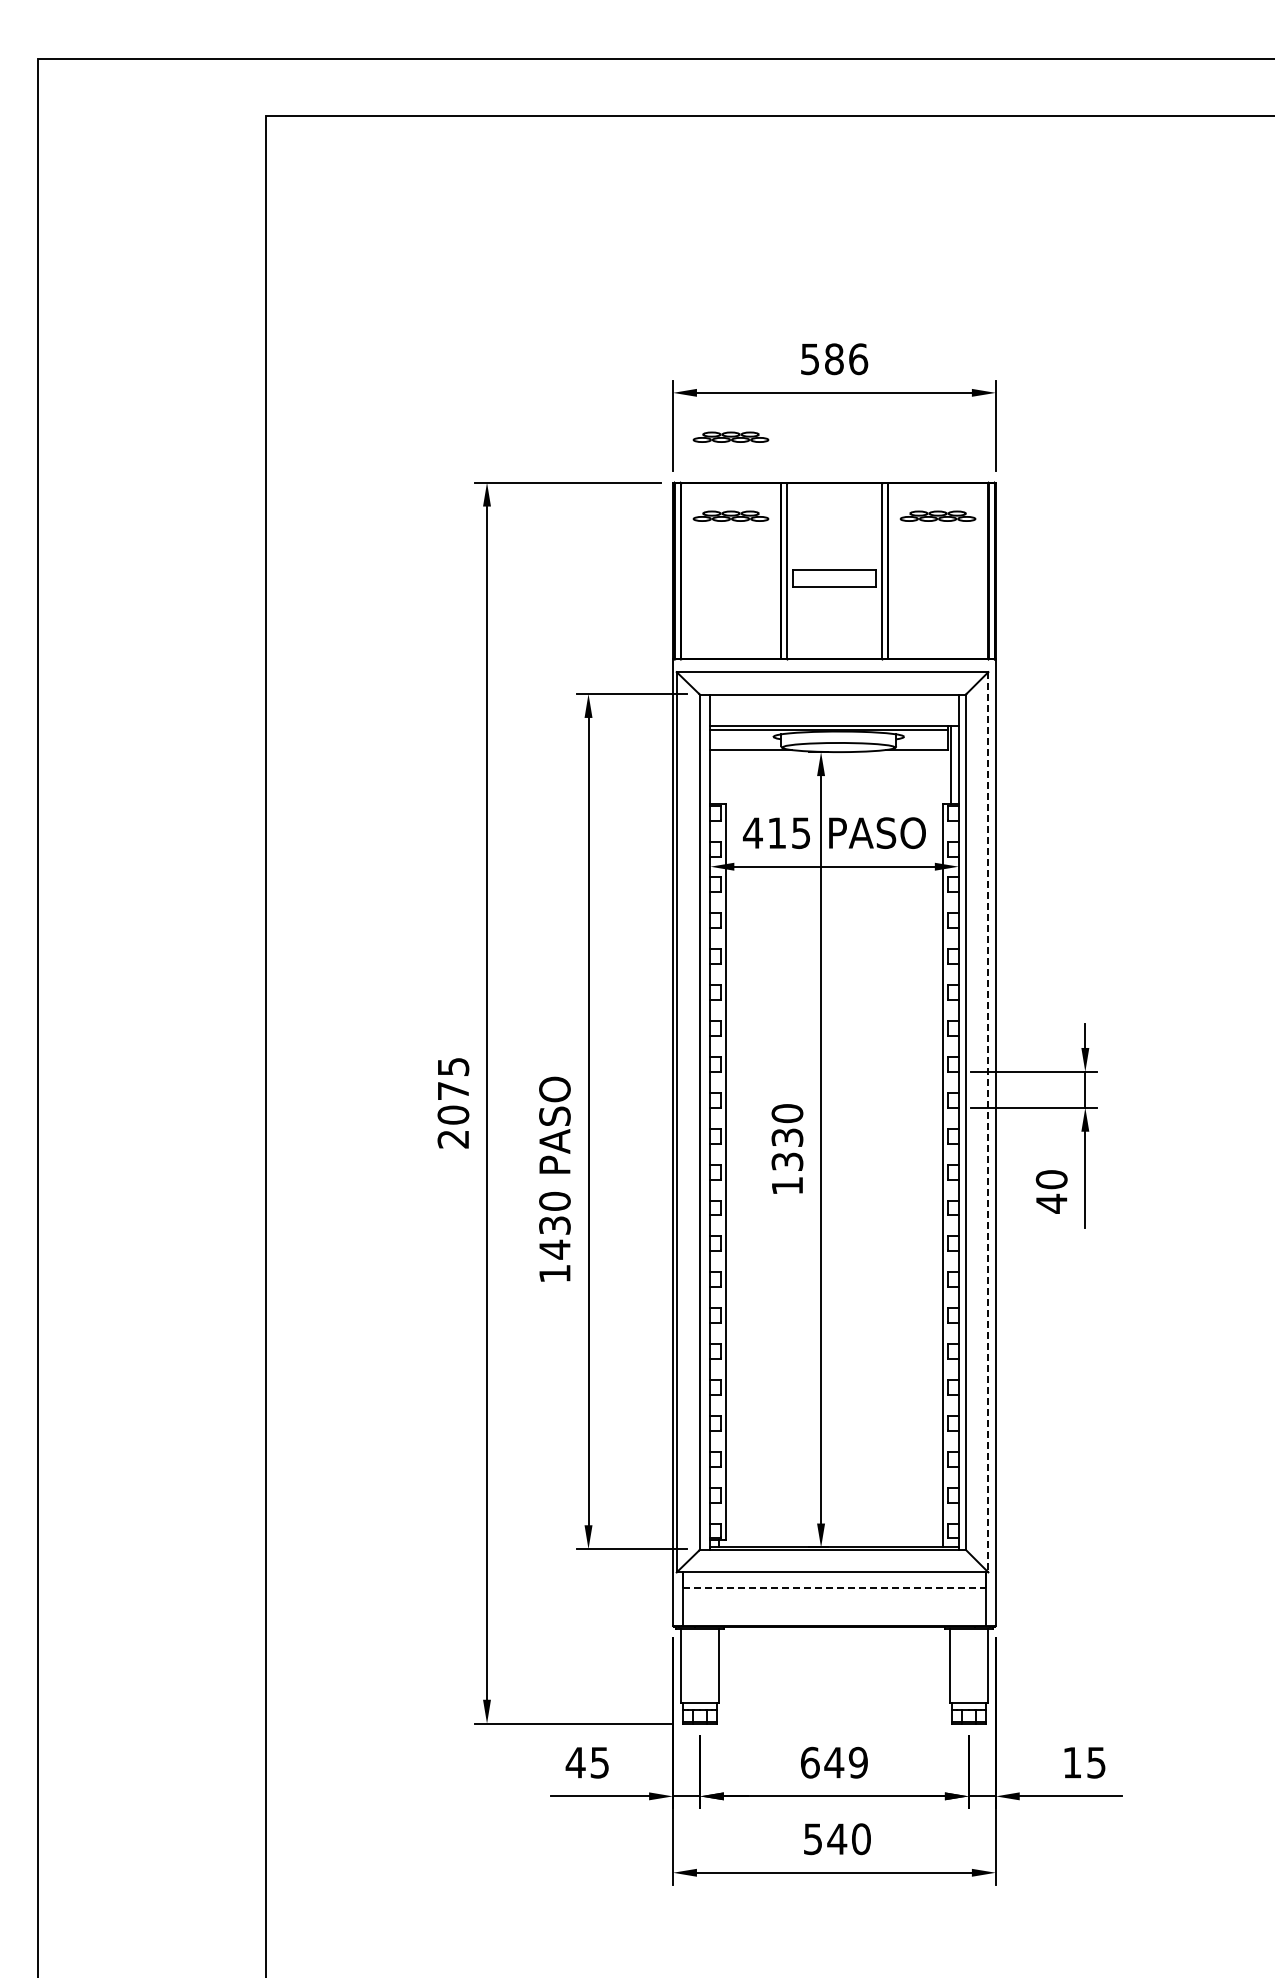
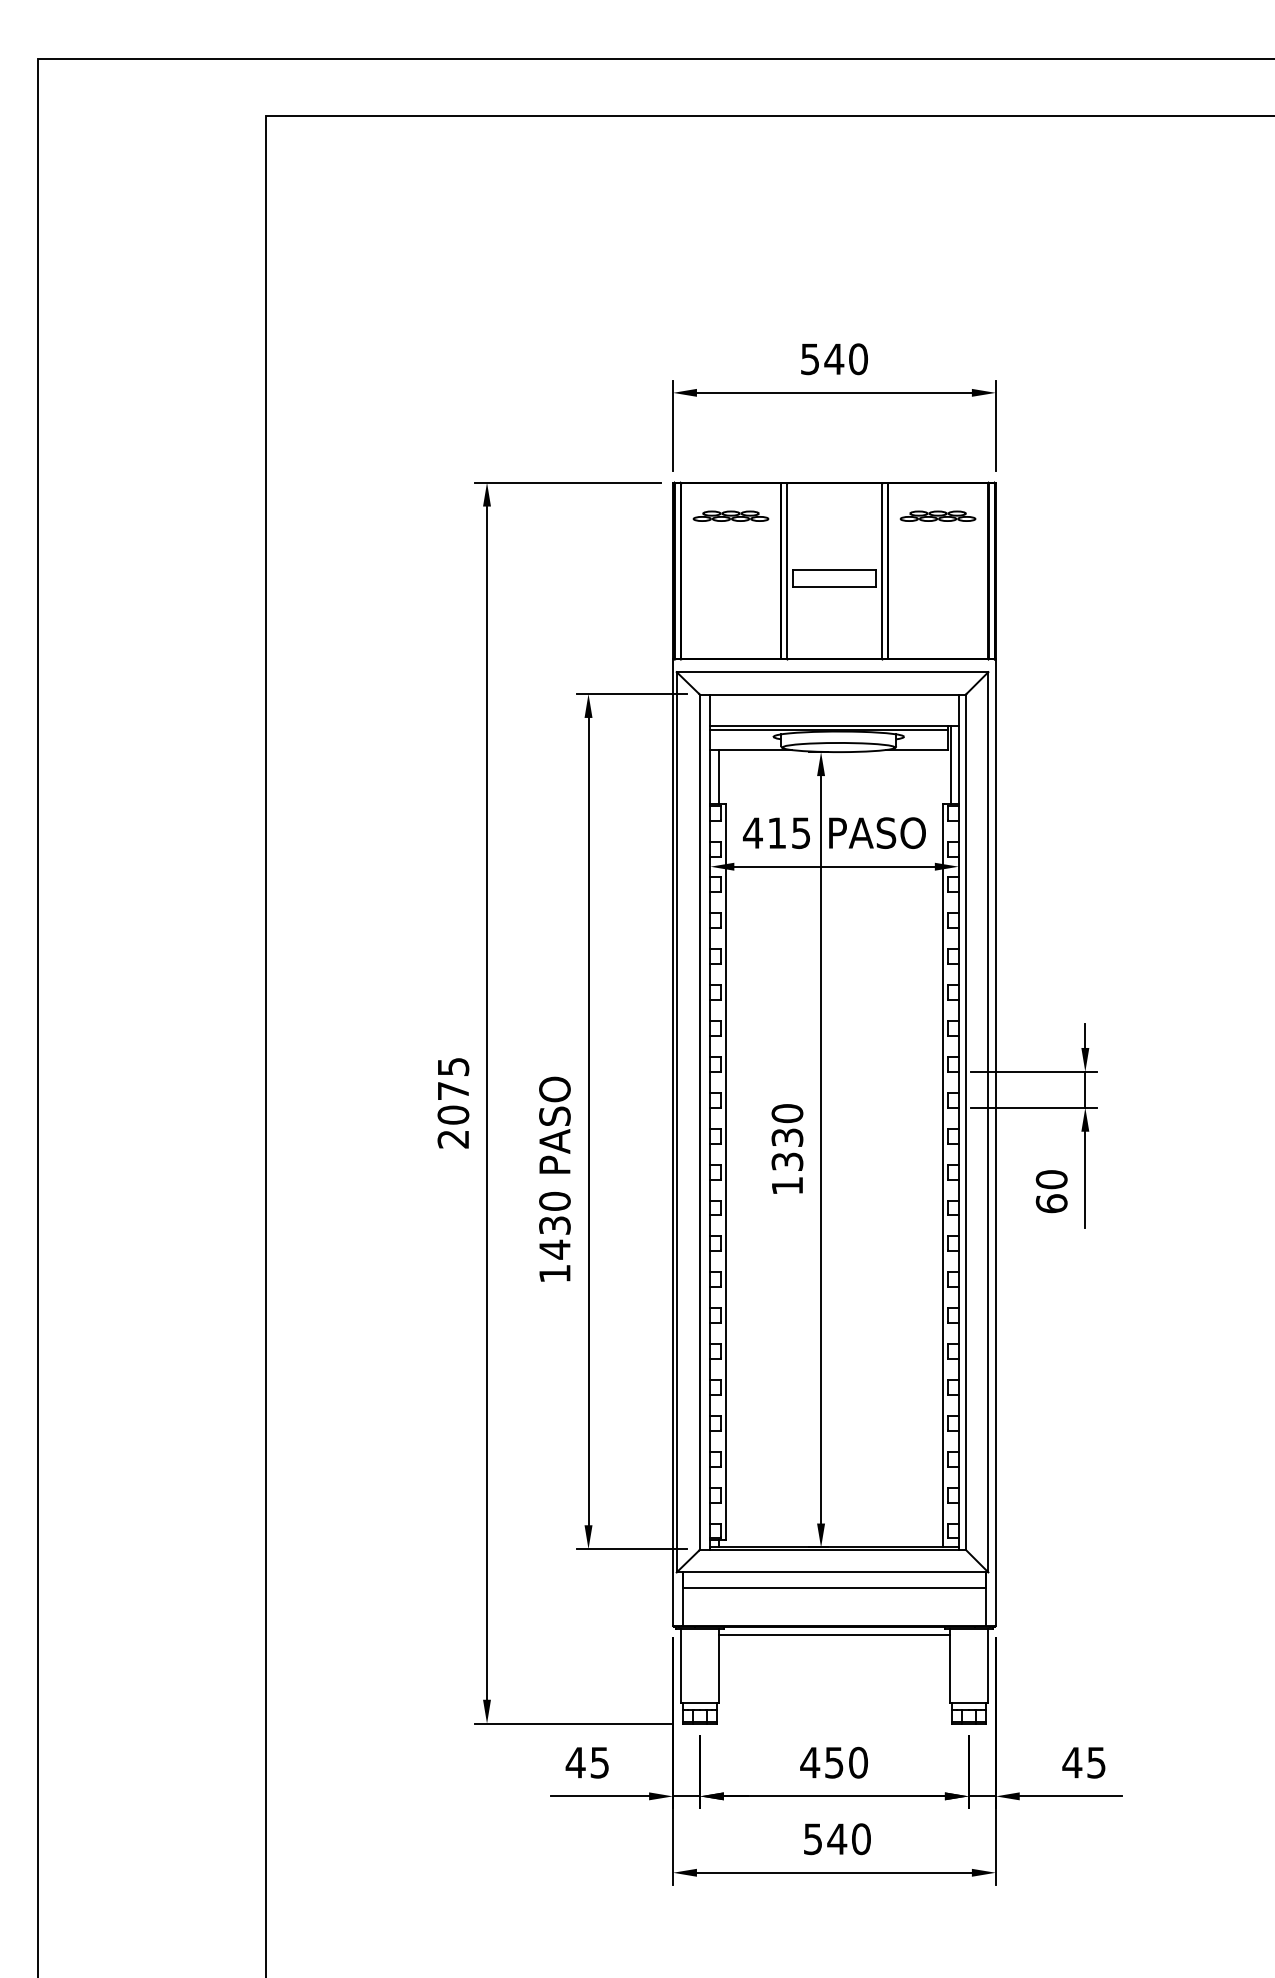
text at (846, 359): 586 -> 540
part at (730, 436): present -> none
line at (718, 777): none -> present
line at (988, 1122): dashed -> solid
text at (1051, 1203): 40 -> 60
line at (834, 1587): dashed -> solid
line at (833, 1635): none -> present
text at (833, 1762): 649 -> 450
text at (1072, 1762): 15 -> 45
